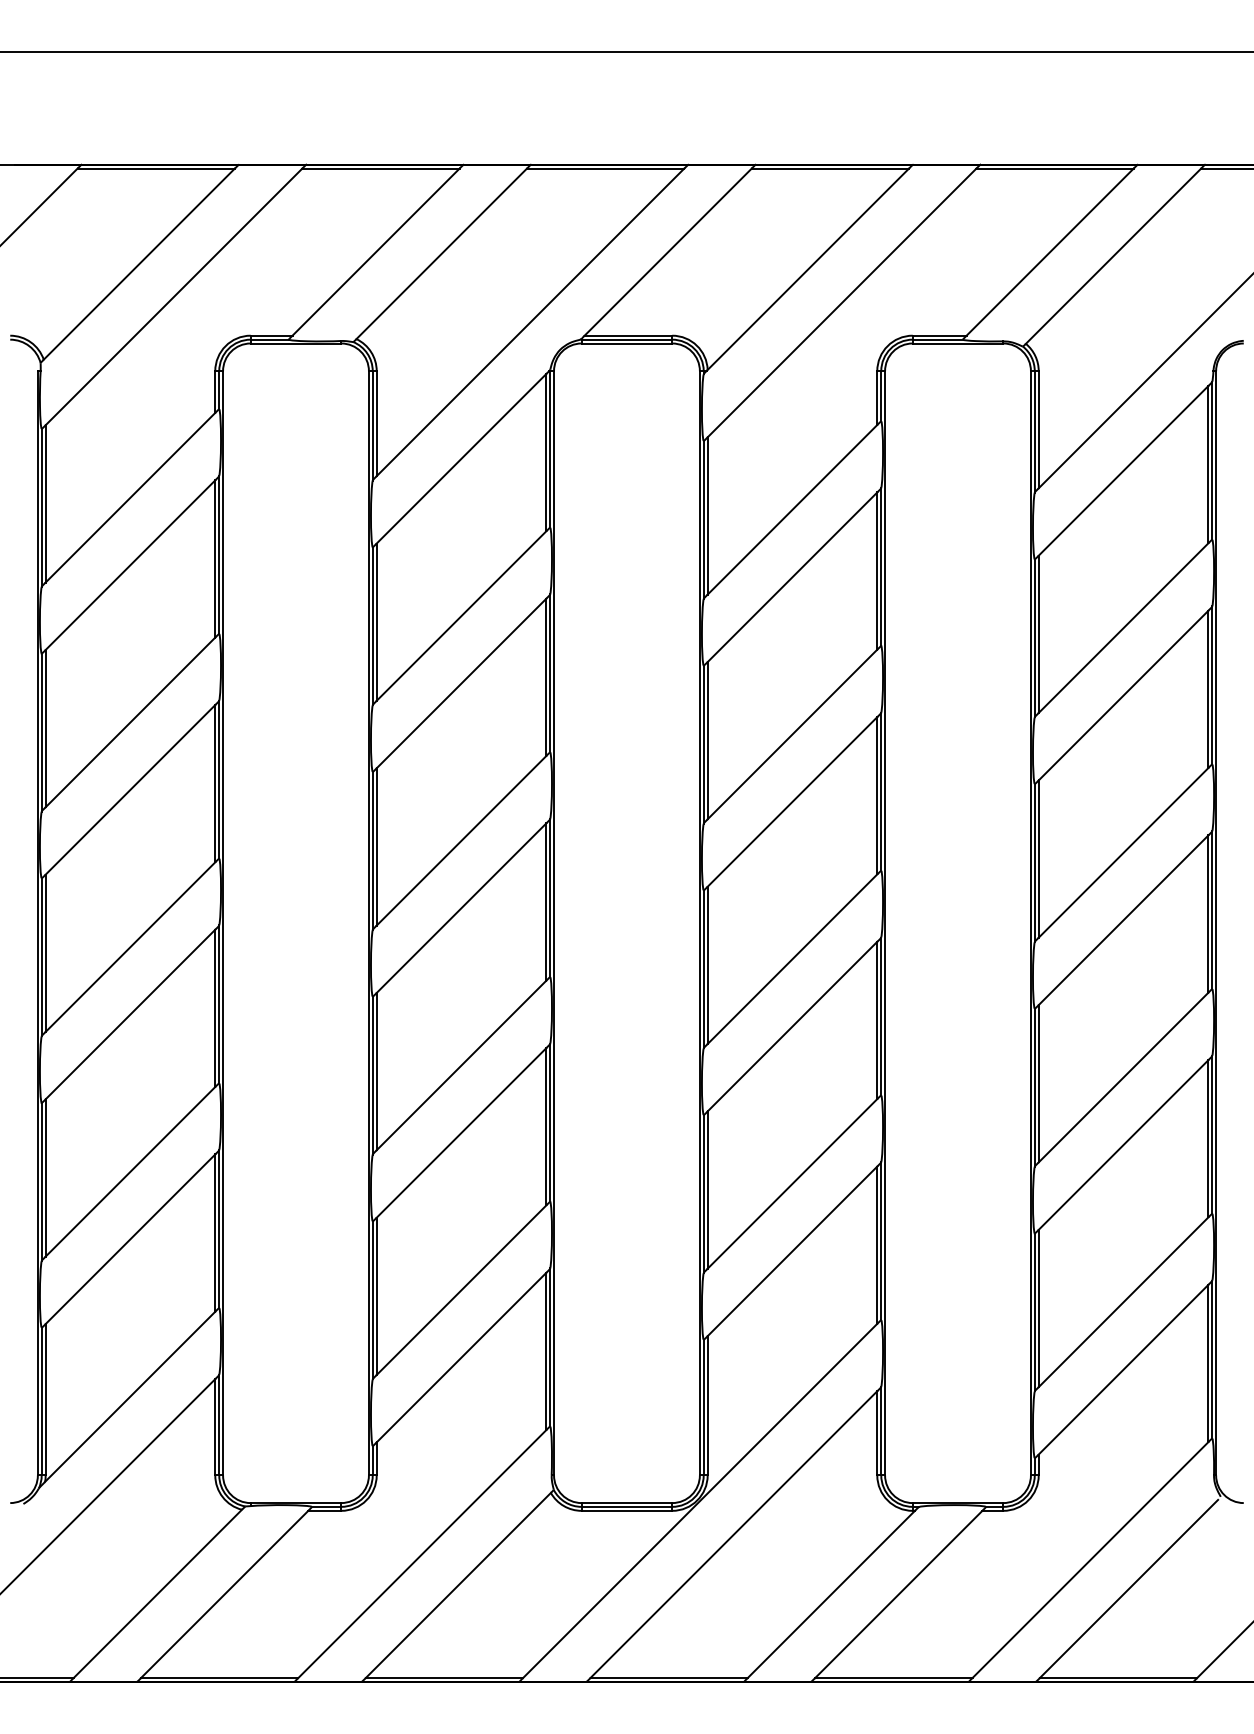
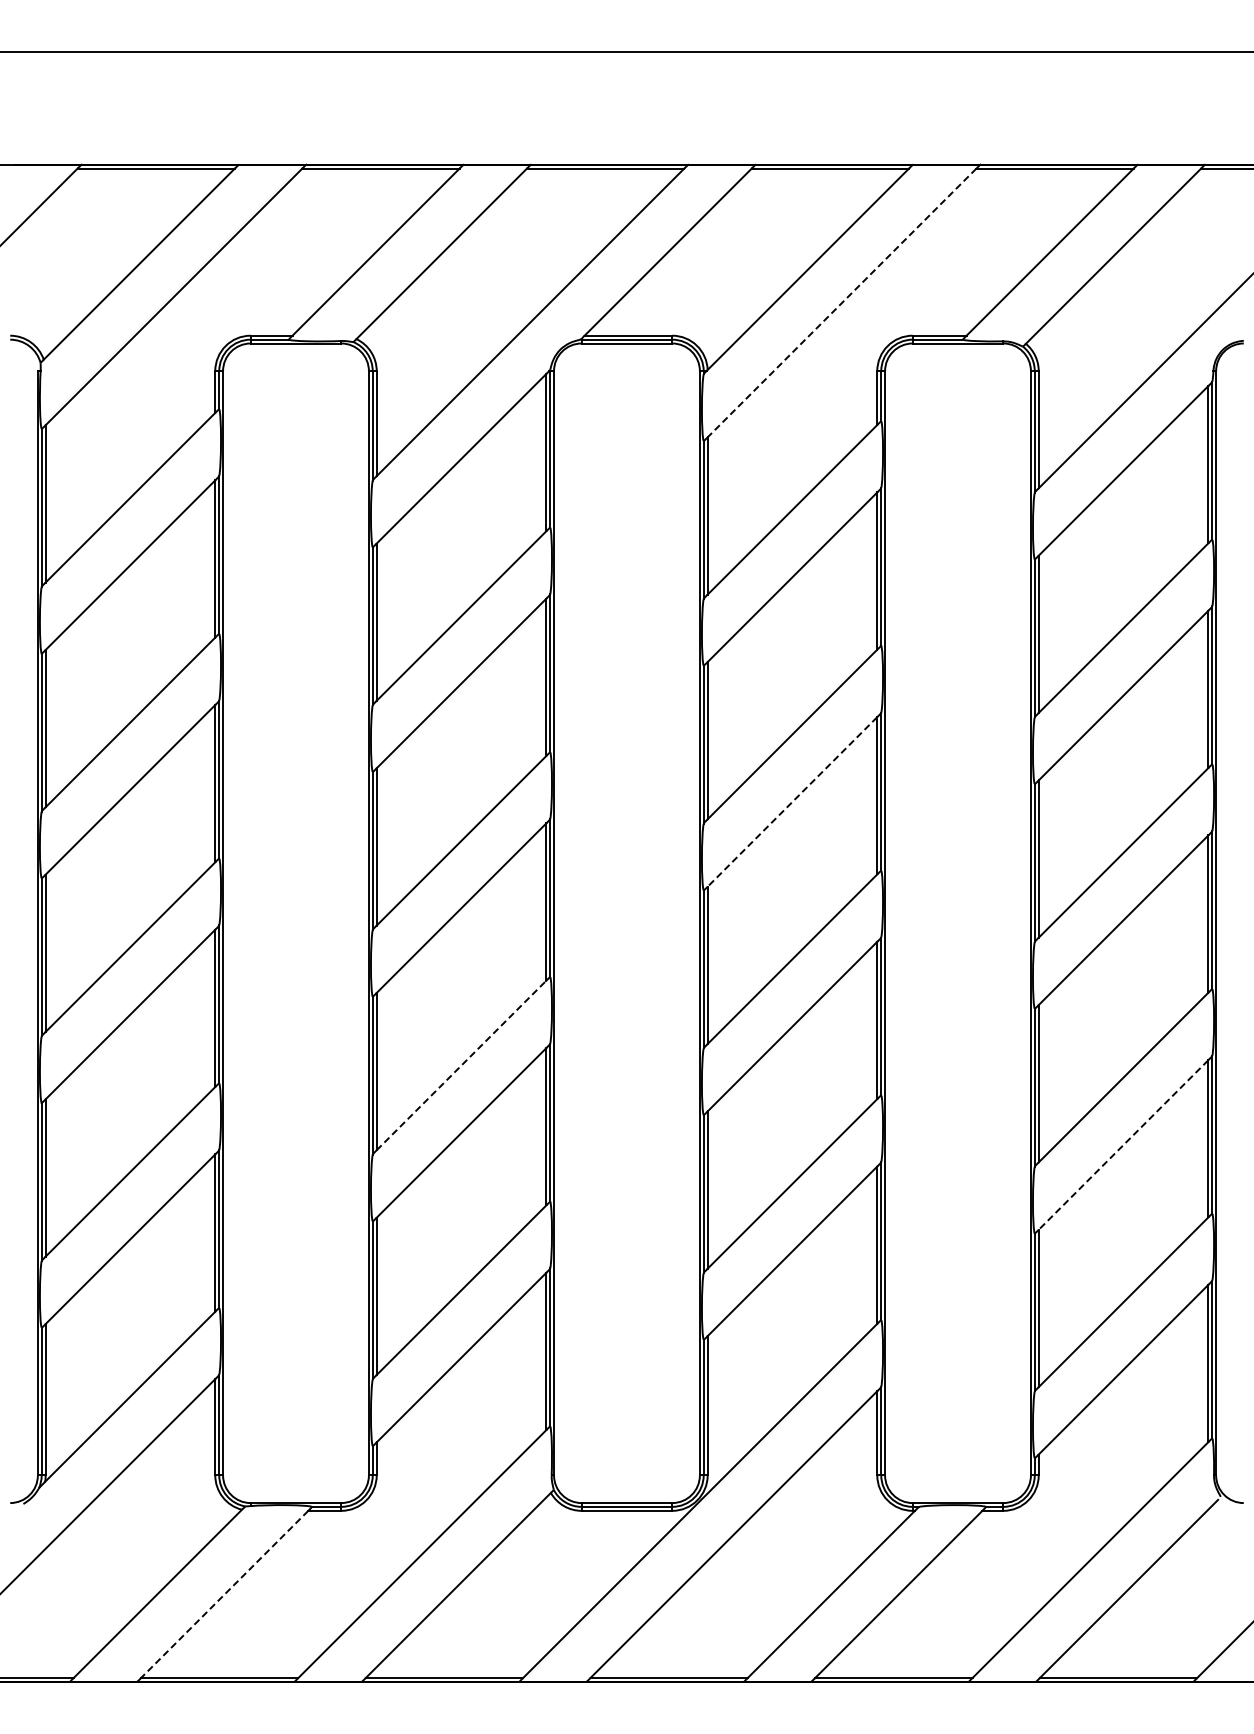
line at (841, 303): solid -> dashed
line at (792, 801): solid -> dashed
line at (461, 1065): solid -> dashed
line at (1123, 1145): solid -> dashed
line at (224, 1594): solid -> dashed
